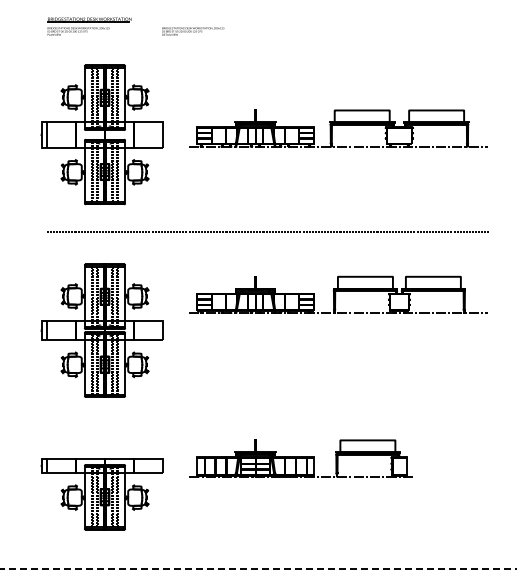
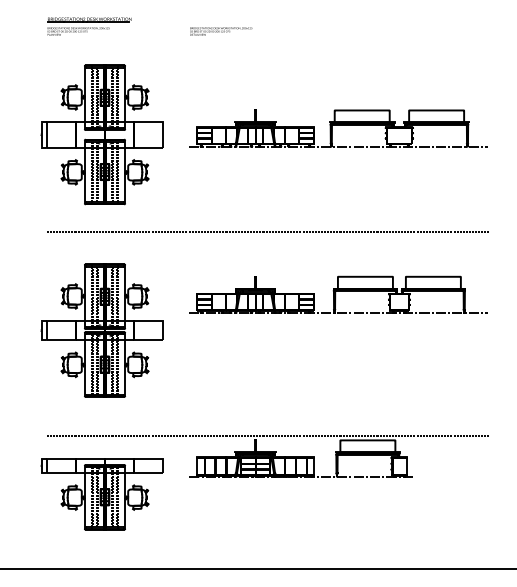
text at (193, 31) position: (193, 31) -> (221, 31)
line at (267, 435): none -> present
line at (258, 569): dashed -> solid
